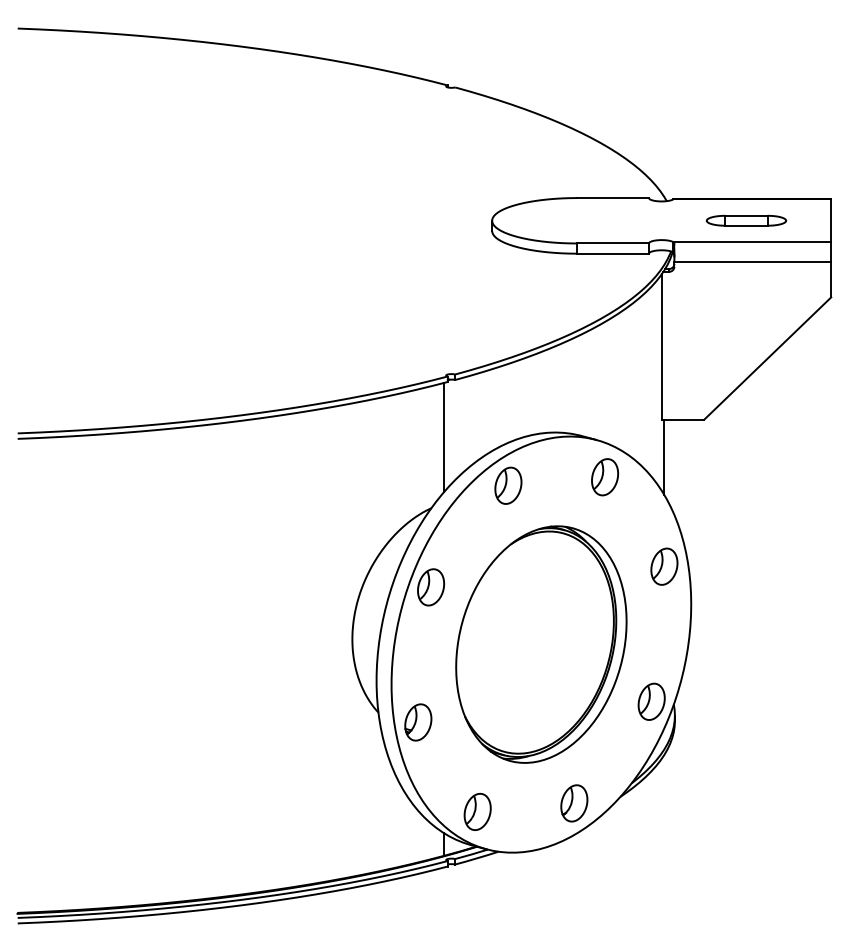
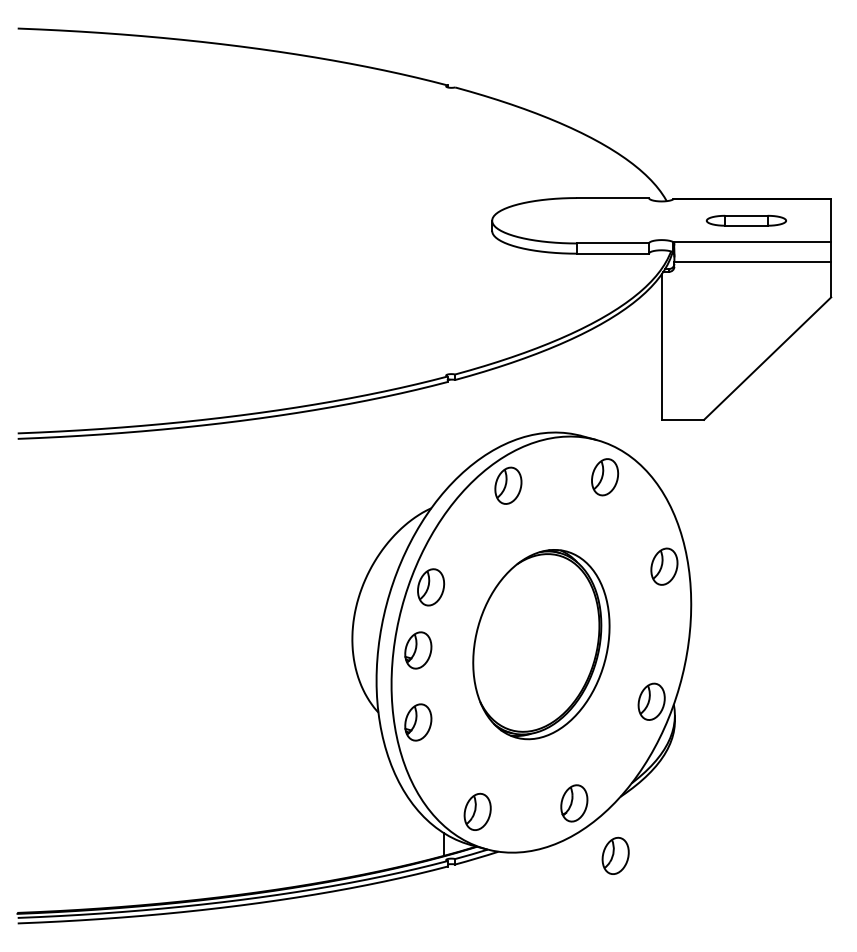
line at (443, 437): present -> none
line at (664, 456): present -> none
part at (541, 644) size: 173x239 px -> 139x192 px
part at (418, 650): none -> present
part at (615, 855): none -> present
